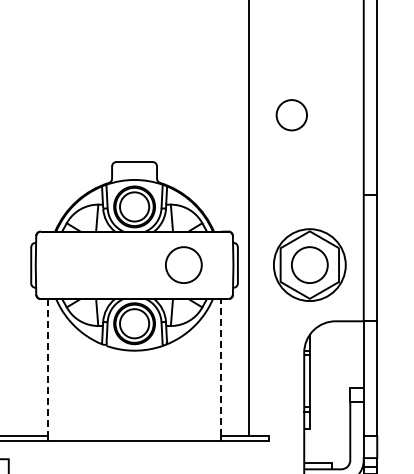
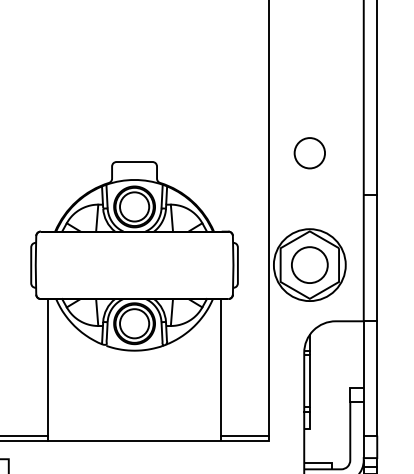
circle at (291, 115) position: (291, 115) -> (309, 153)
line at (249, 219) position: (249, 219) -> (269, 219)
circle at (183, 264): present -> none
line at (48, 367): dashed -> solid
line at (220, 367): dashed -> solid
